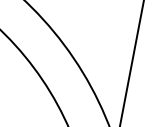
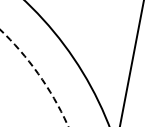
circle at (34, 77): solid -> dashed
